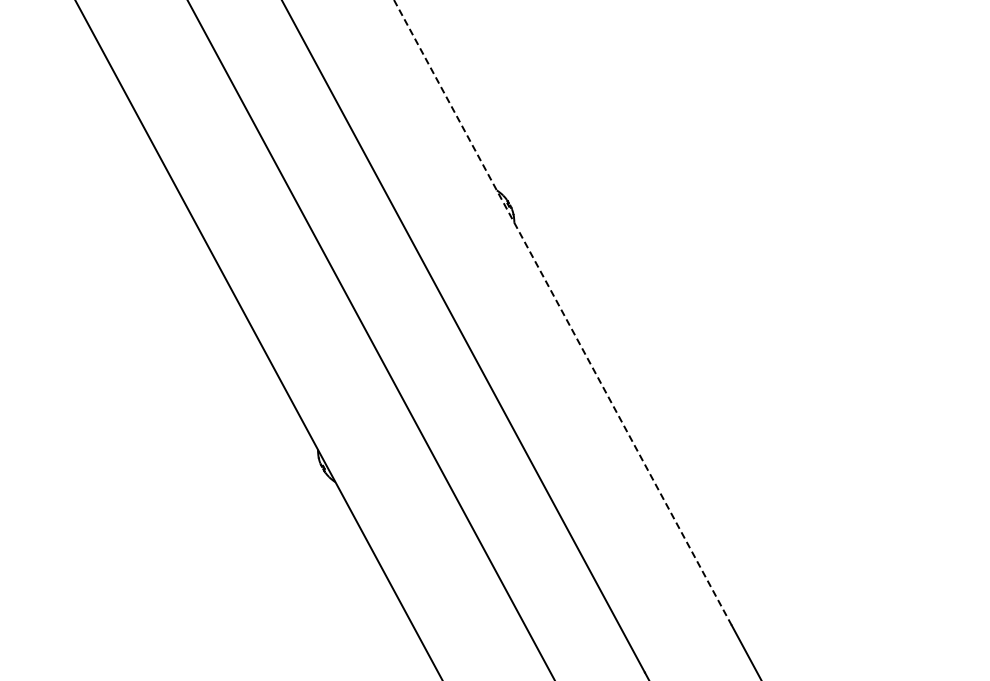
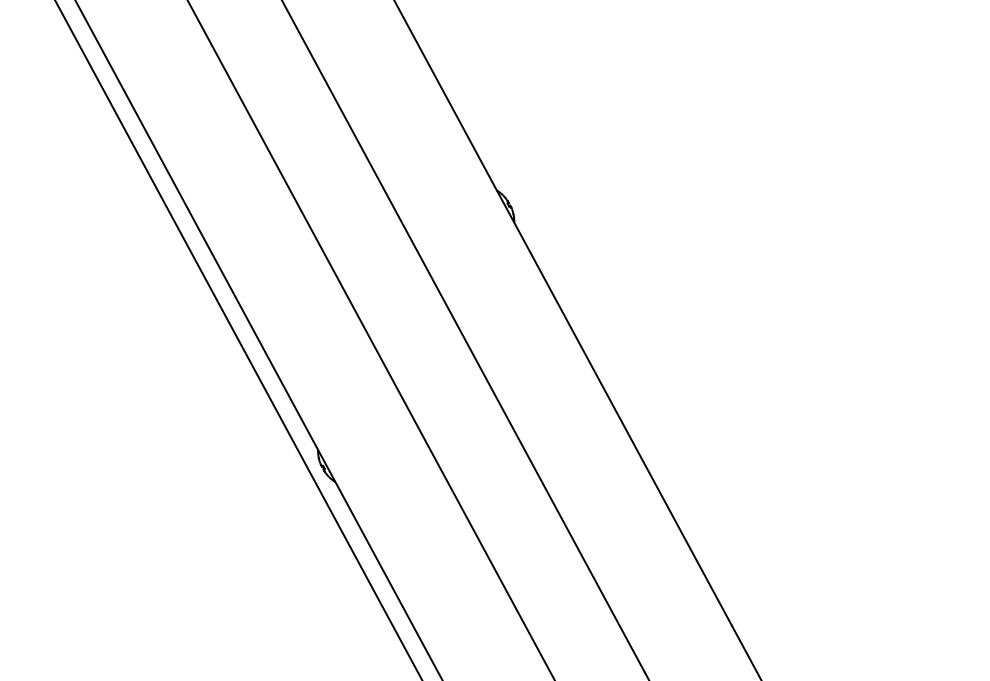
line at (562, 312): dashed -> solid
line at (238, 339): none -> present
